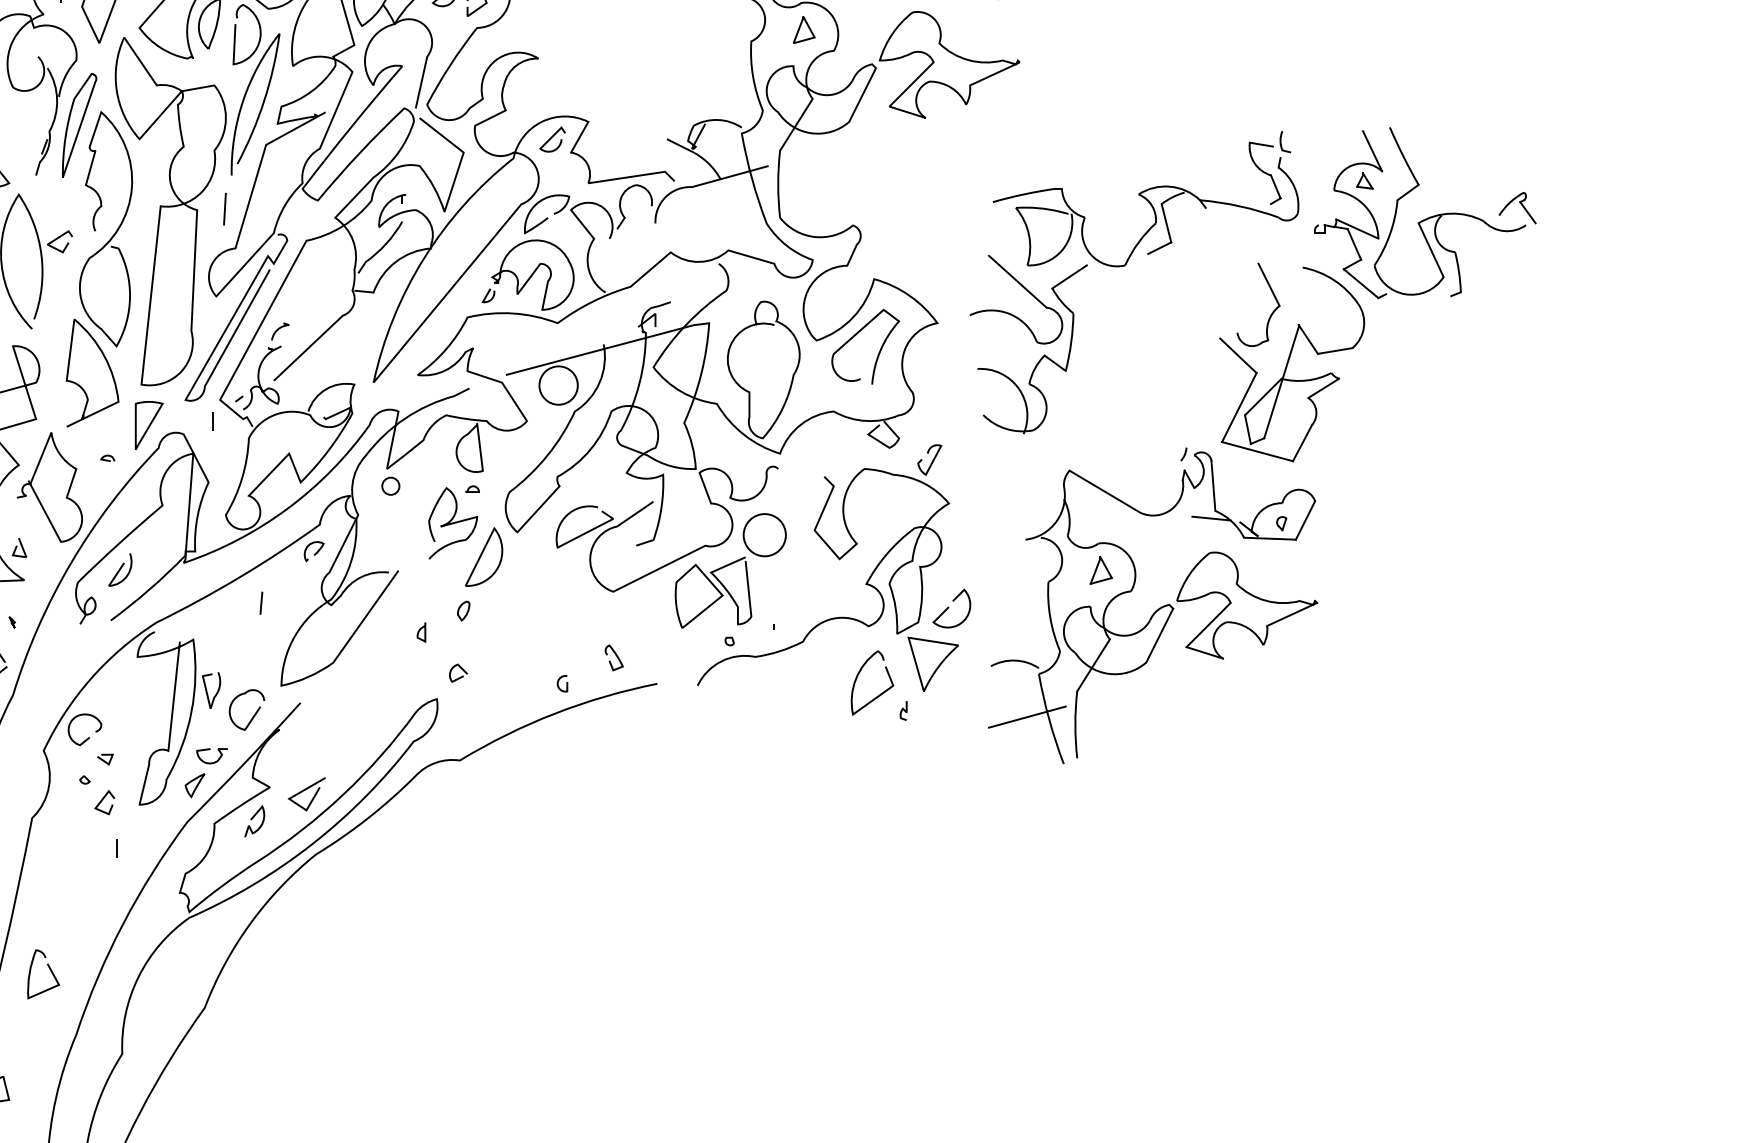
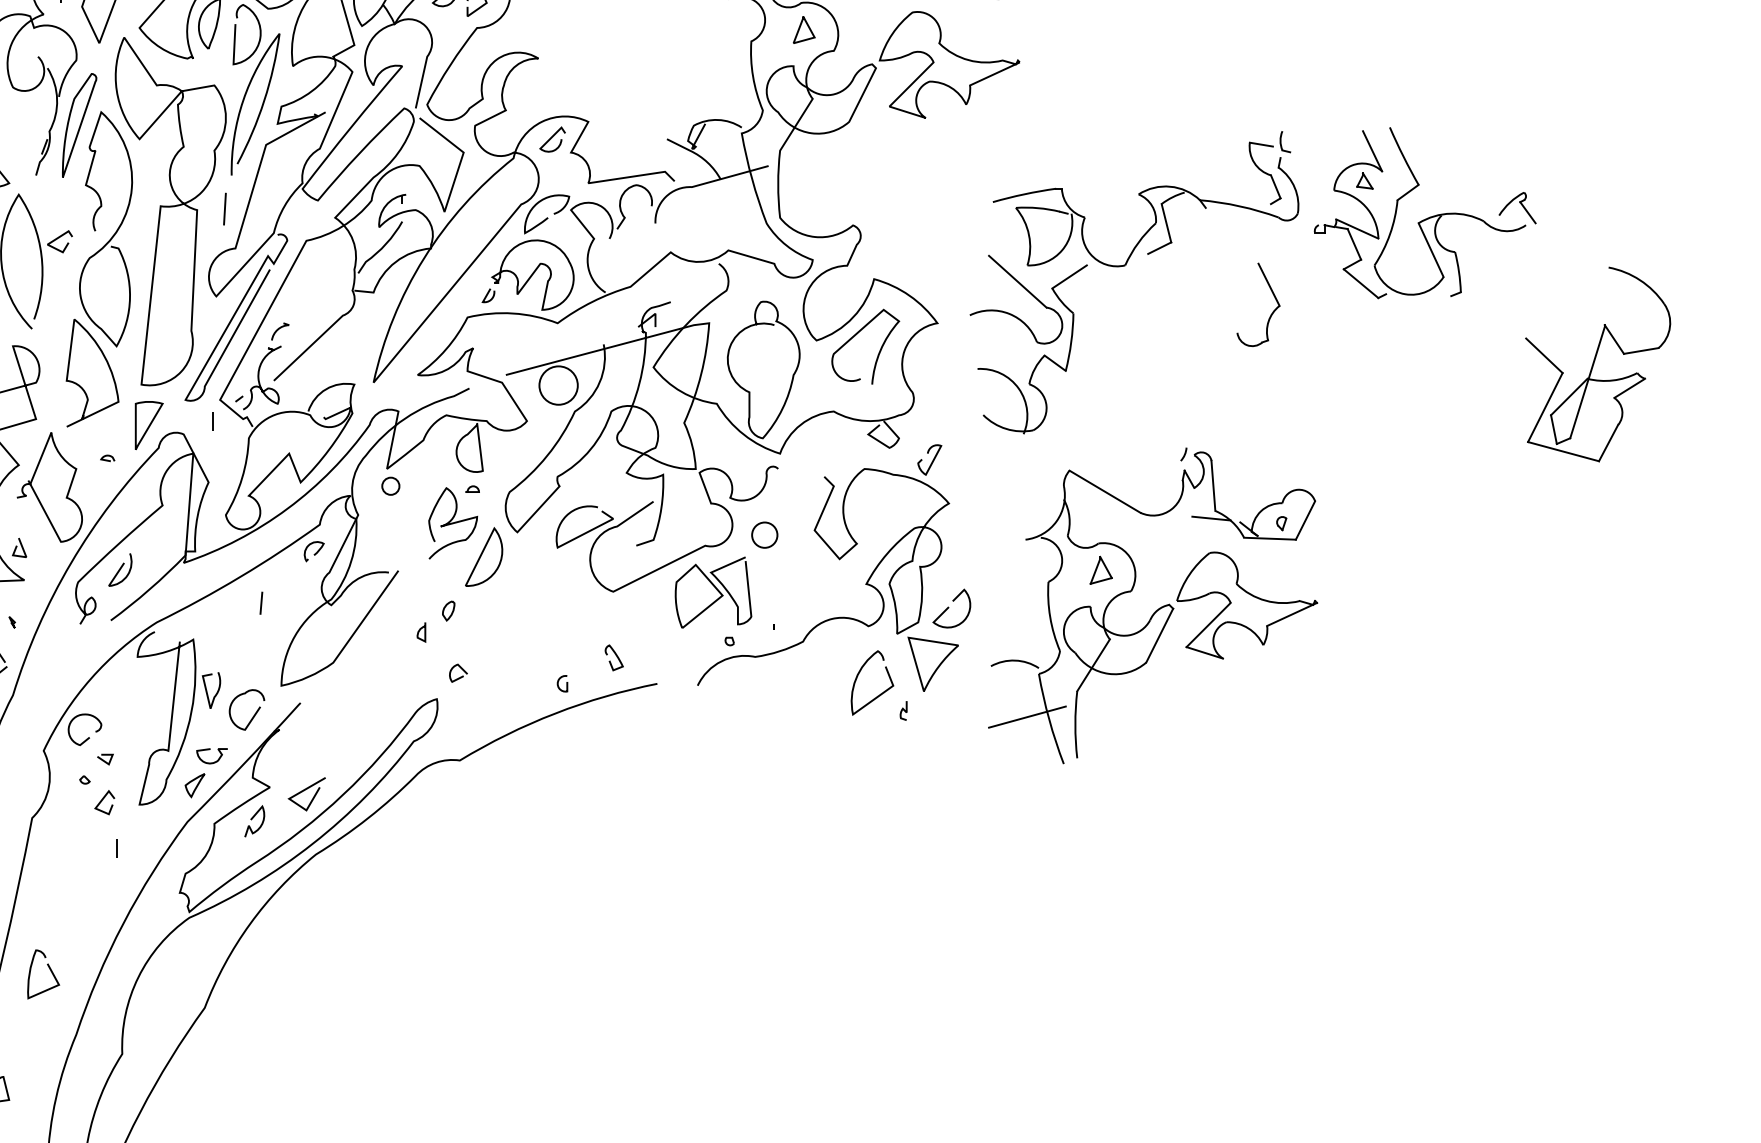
part at (1292, 364) position: (1292, 364) -> (1598, 364)
circle at (764, 535) diameter: 42 px -> 25 px
part at (463, 610) position: (463, 610) -> (448, 610)
